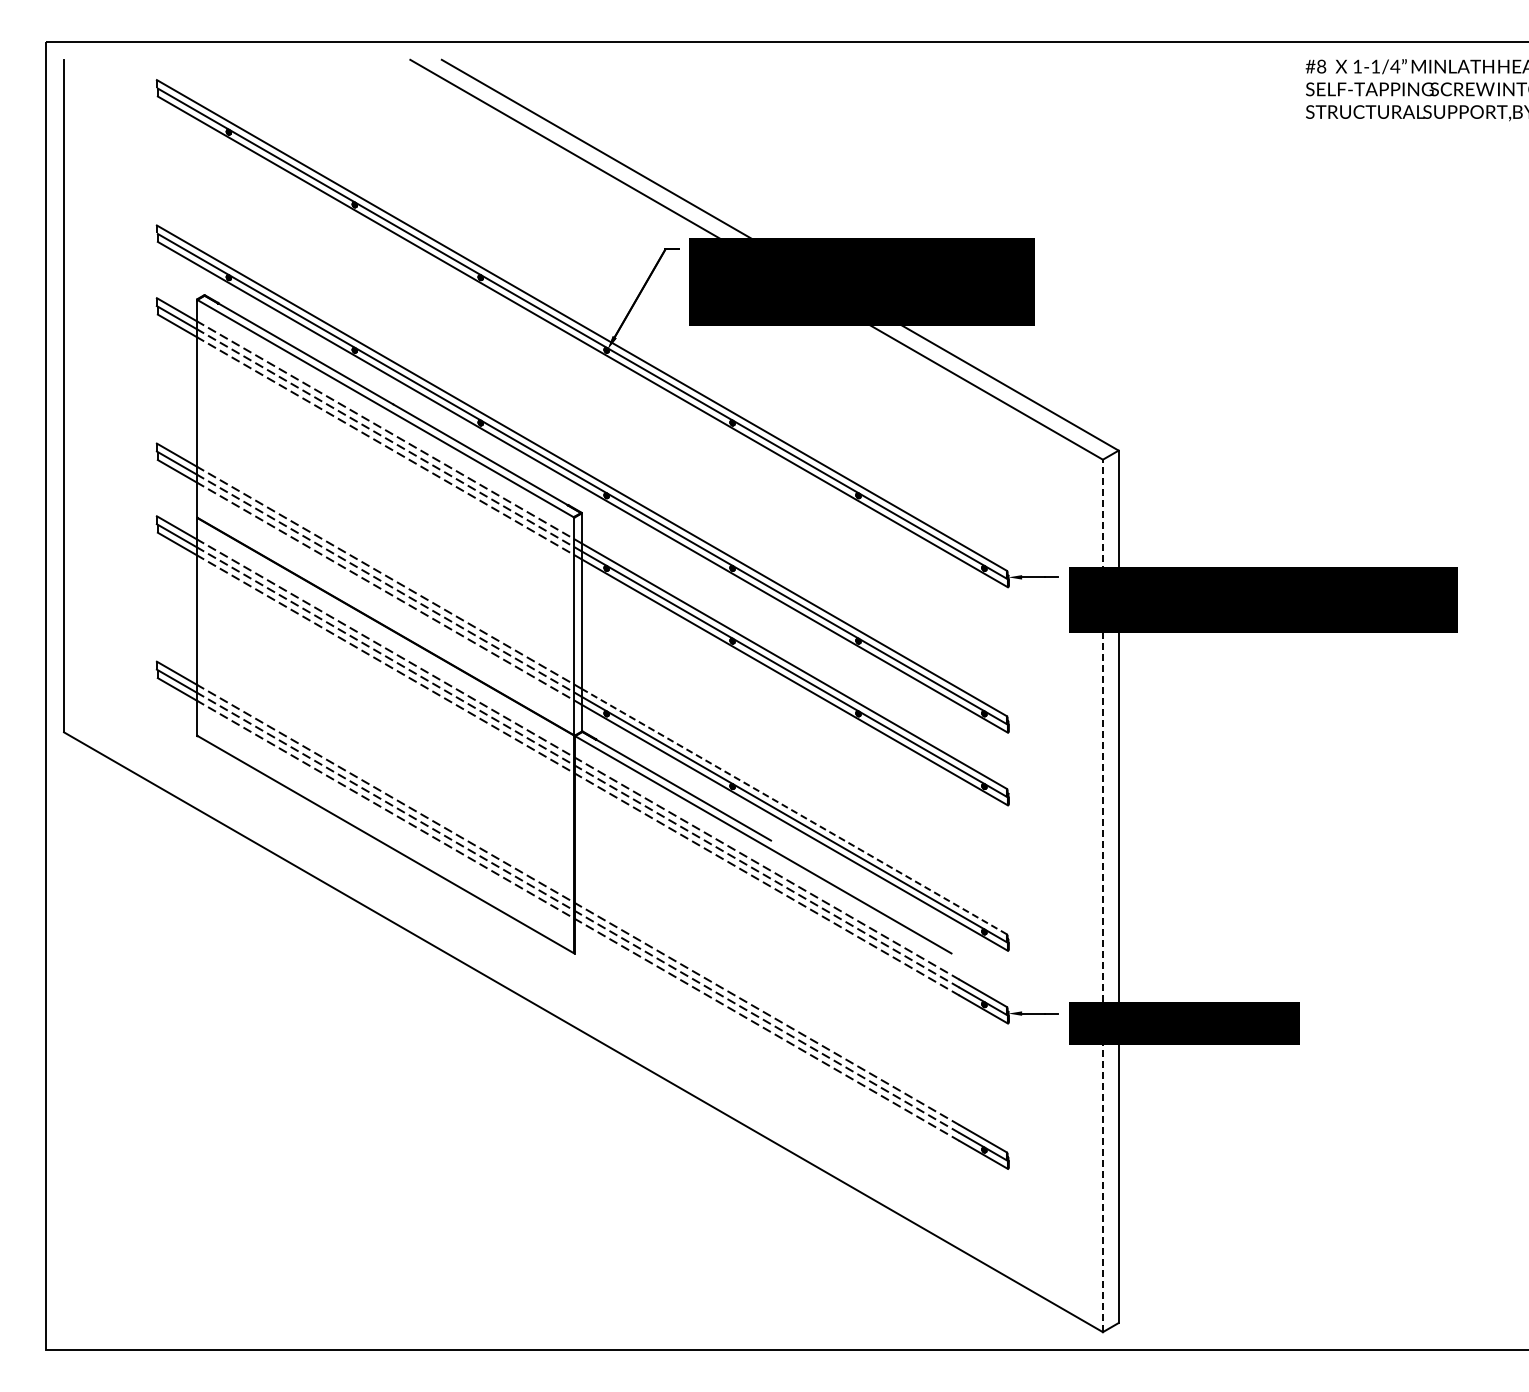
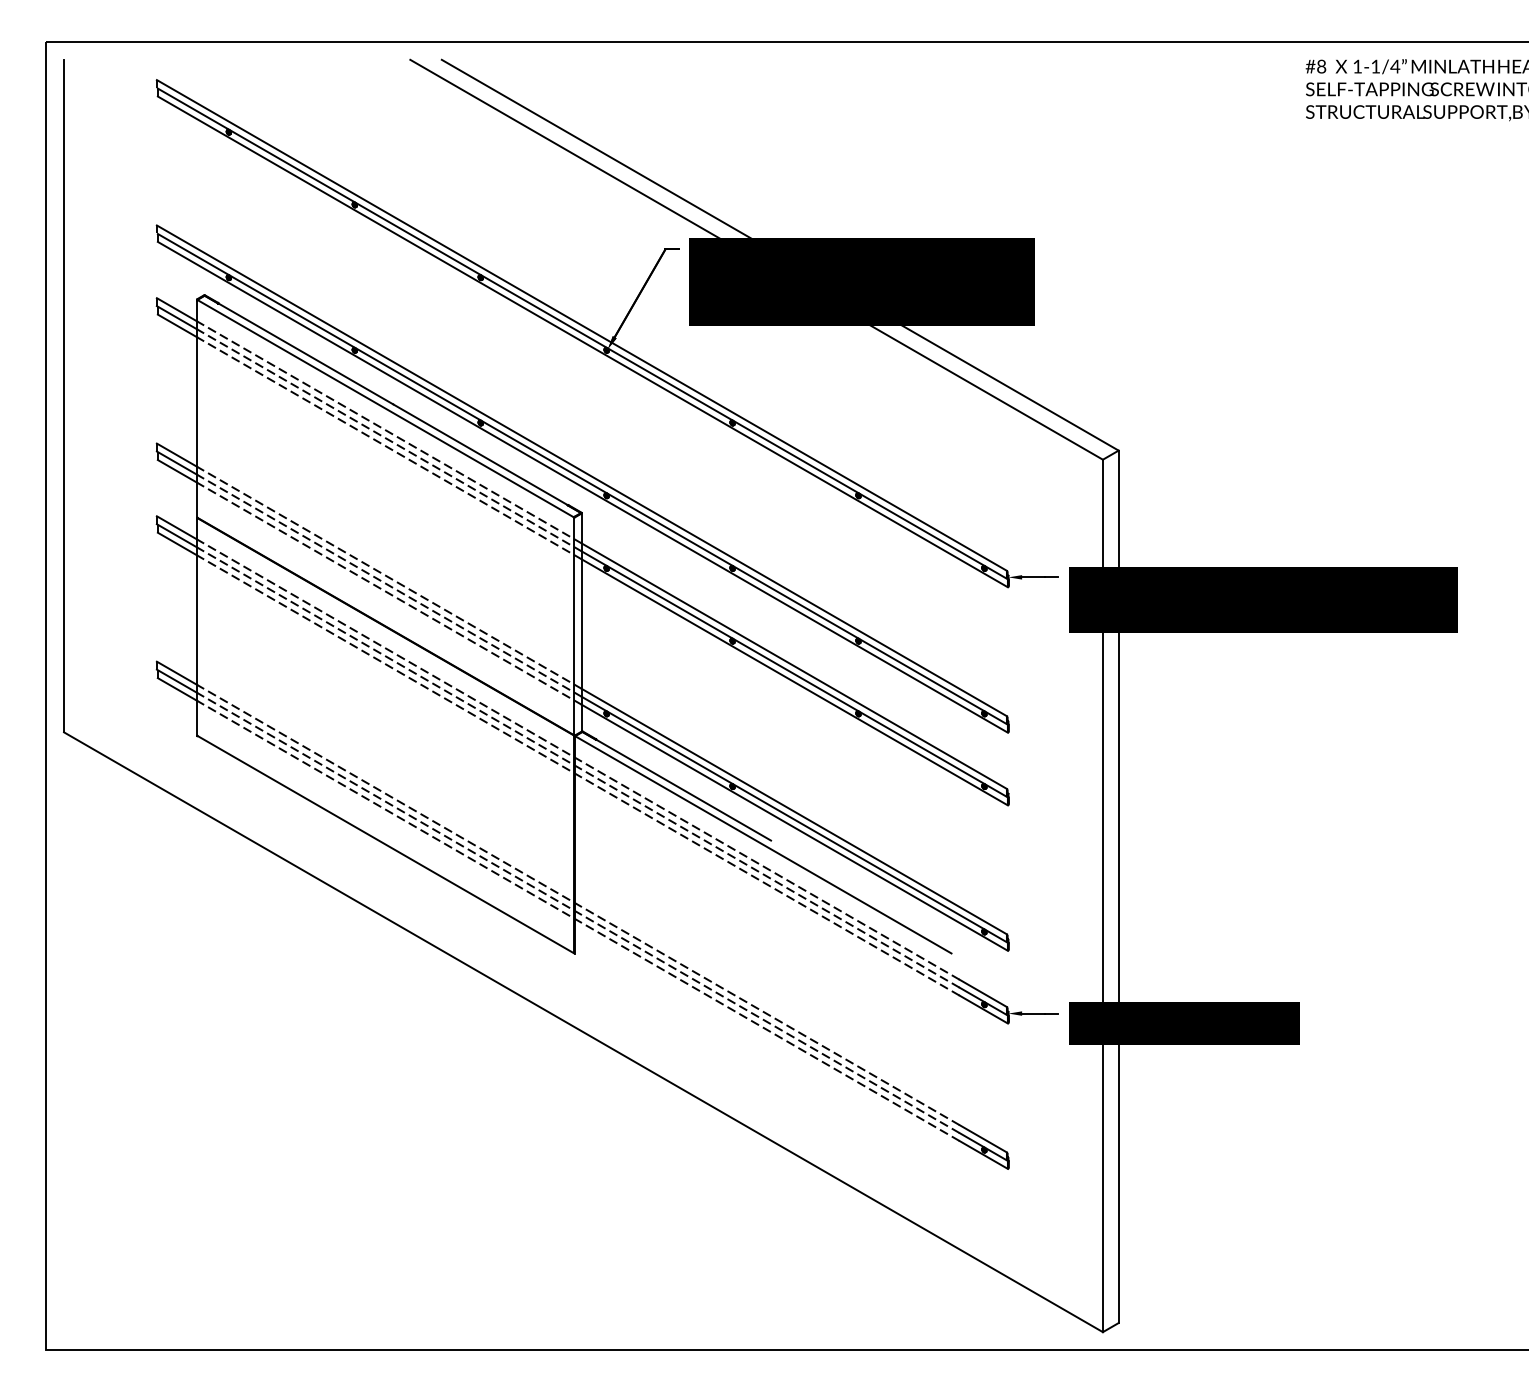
line at (793, 811): dashed -> solid
line at (1102, 895): dashed -> solid
